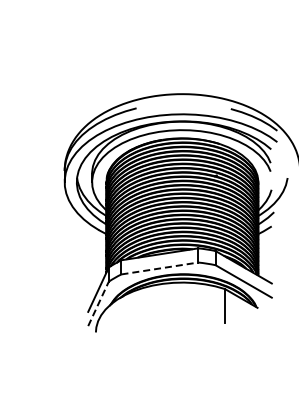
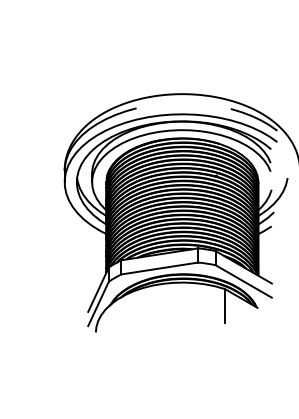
line at (159, 268): dashed -> solid
line at (98, 303): dashed -> solid
